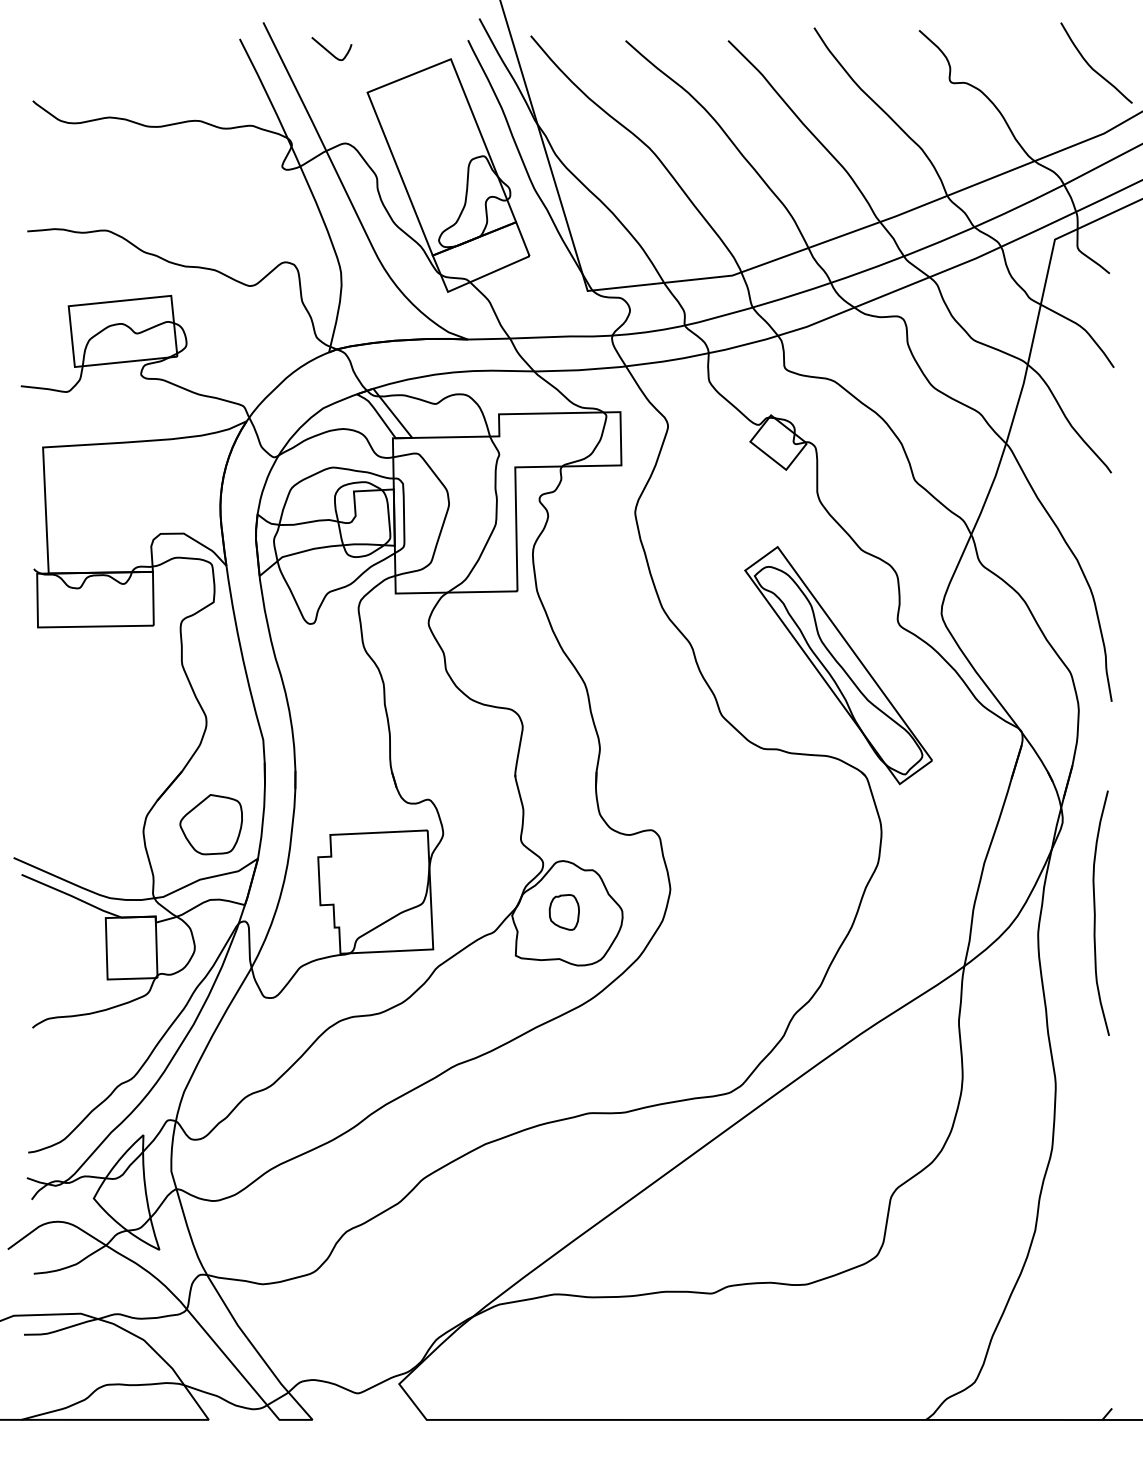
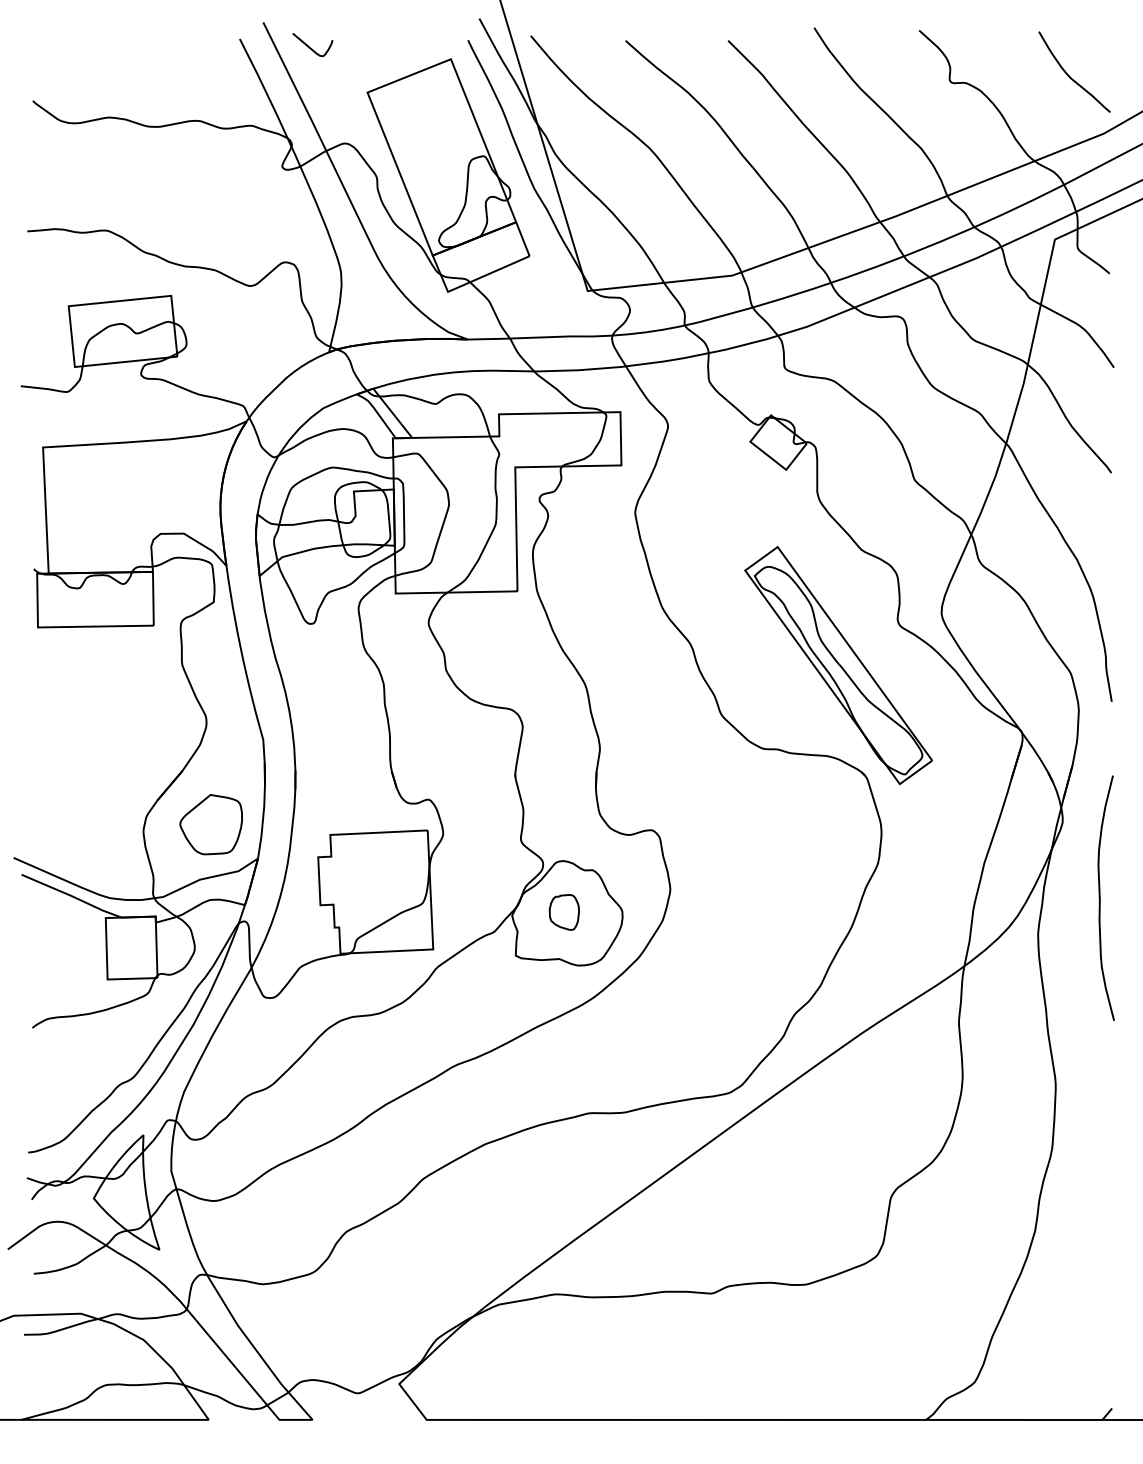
curve at (329, 51) position: (329, 51) -> (310, 47)
curve at (1091, 66) position: (1091, 66) -> (1069, 75)
curve at (1095, 912) position: (1095, 912) -> (1100, 897)
